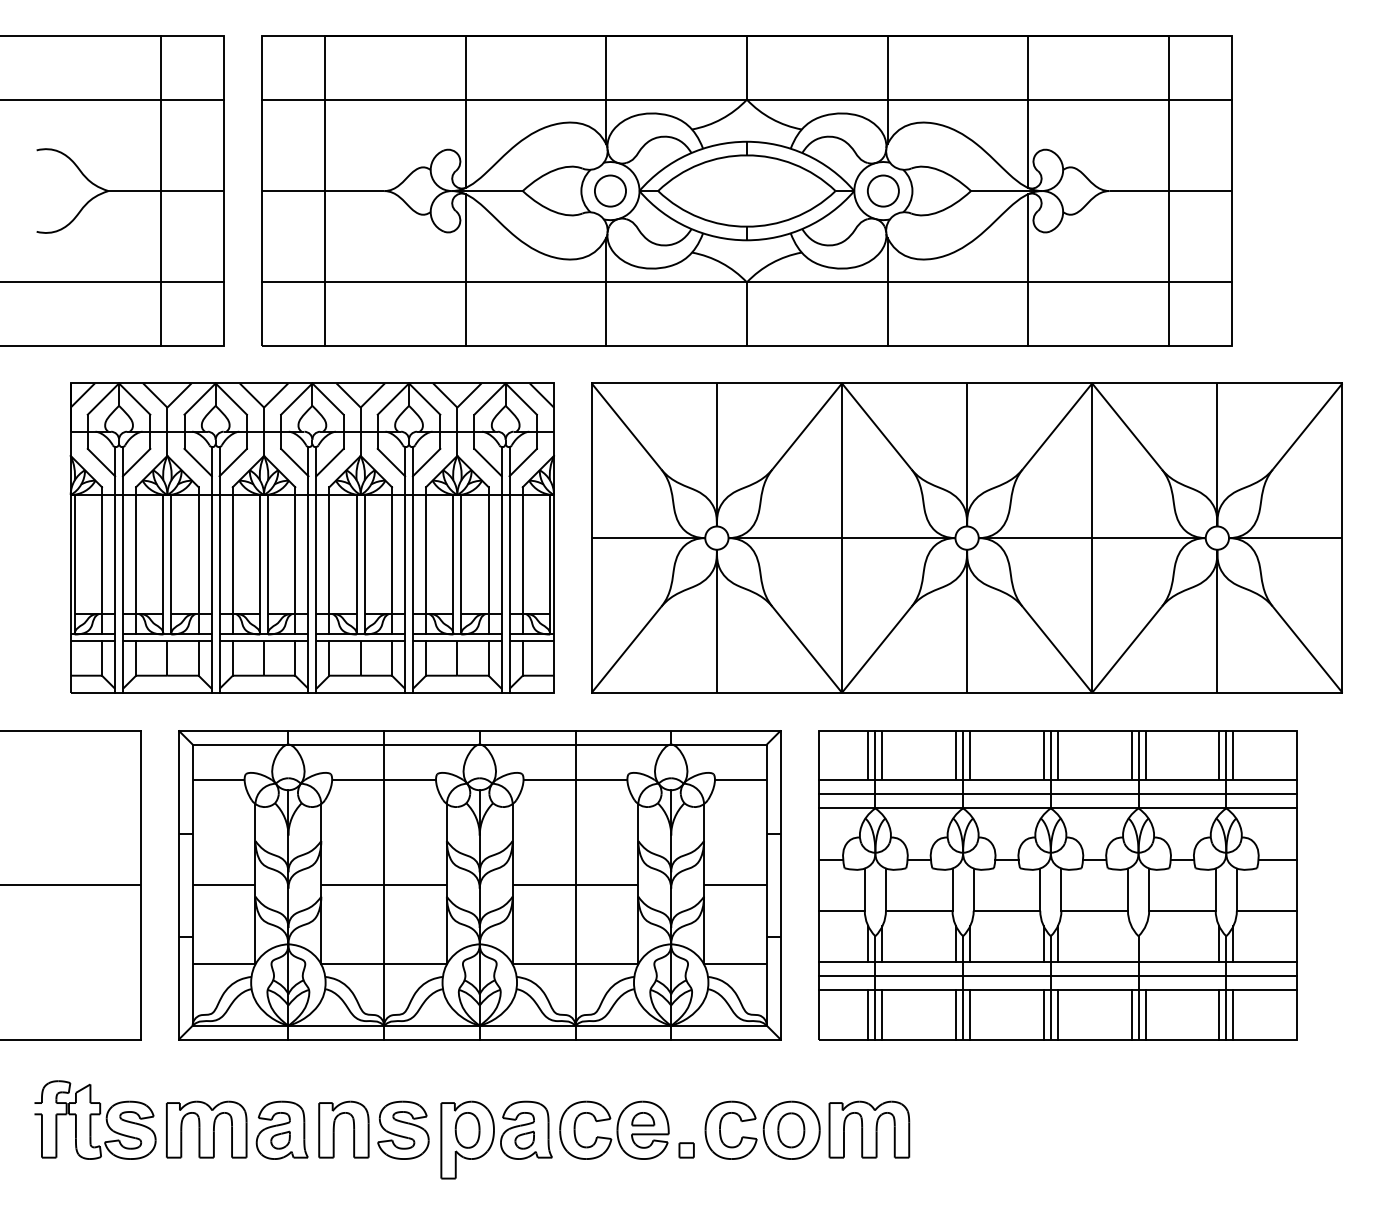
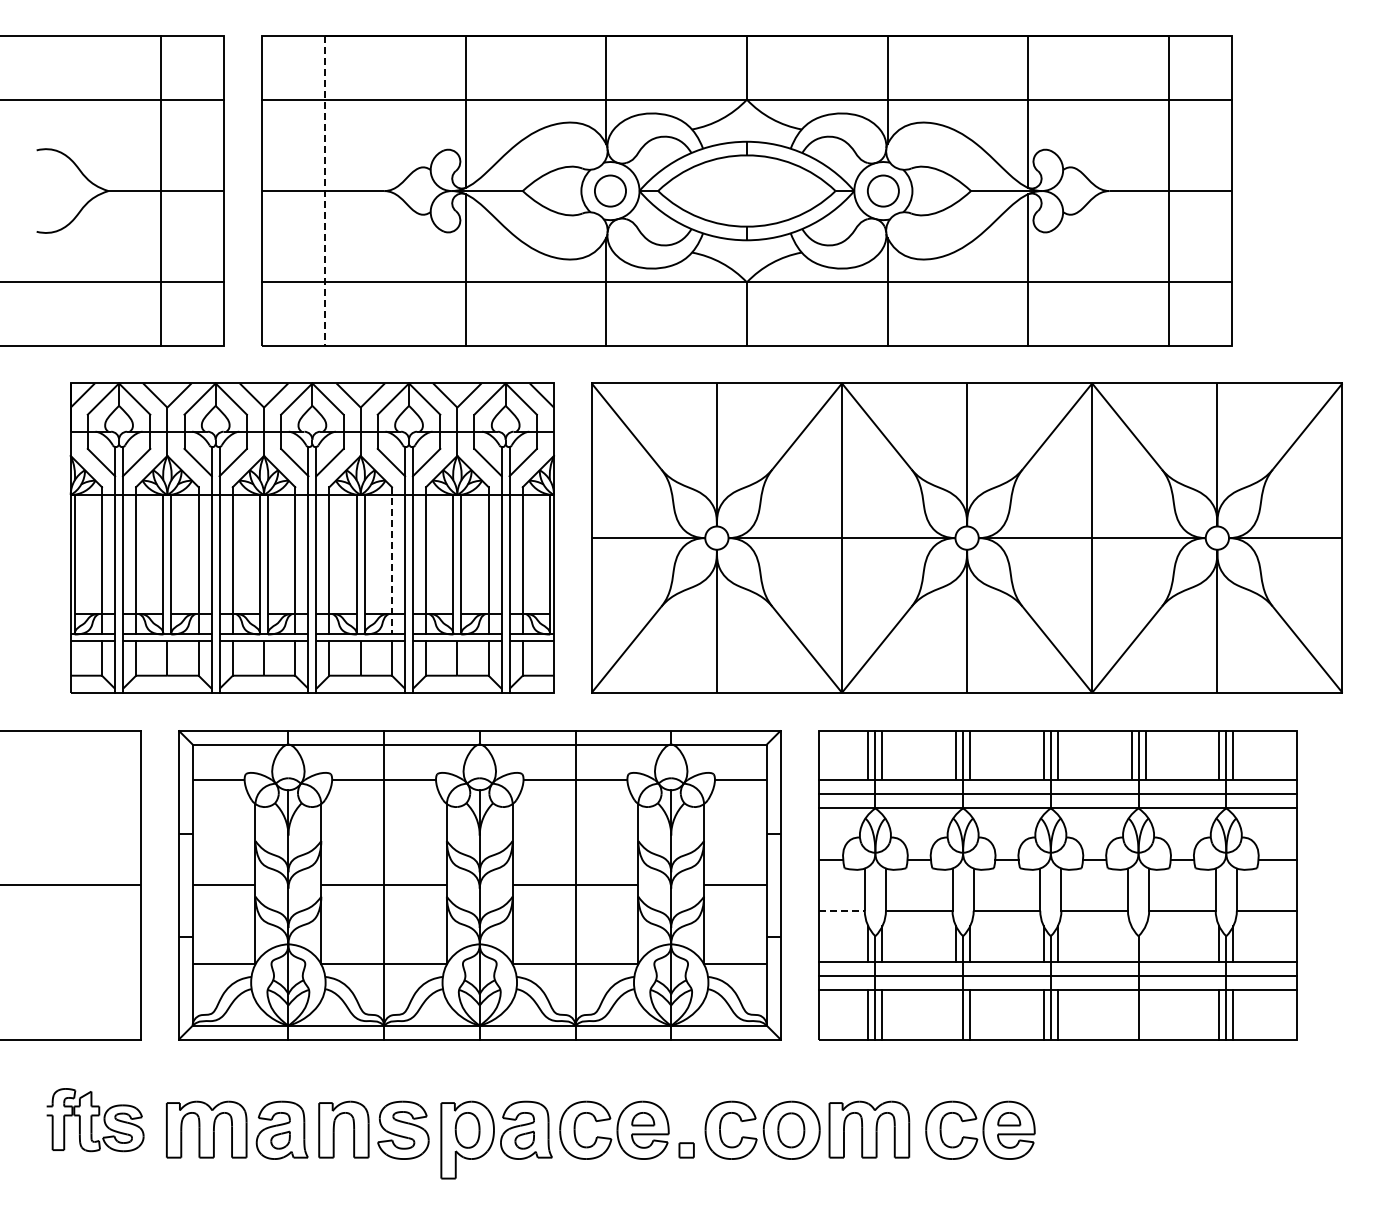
line at (324, 191): solid -> dashed
line at (391, 560): solid -> dashed
line at (842, 910): solid -> dashed
line at (956, 1014): present -> none
line at (1131, 1014): present -> none
line at (1145, 1014): present -> none
part at (95, 1119) size: 123x80 px -> 99x65 px
part at (980, 1129): none -> present
